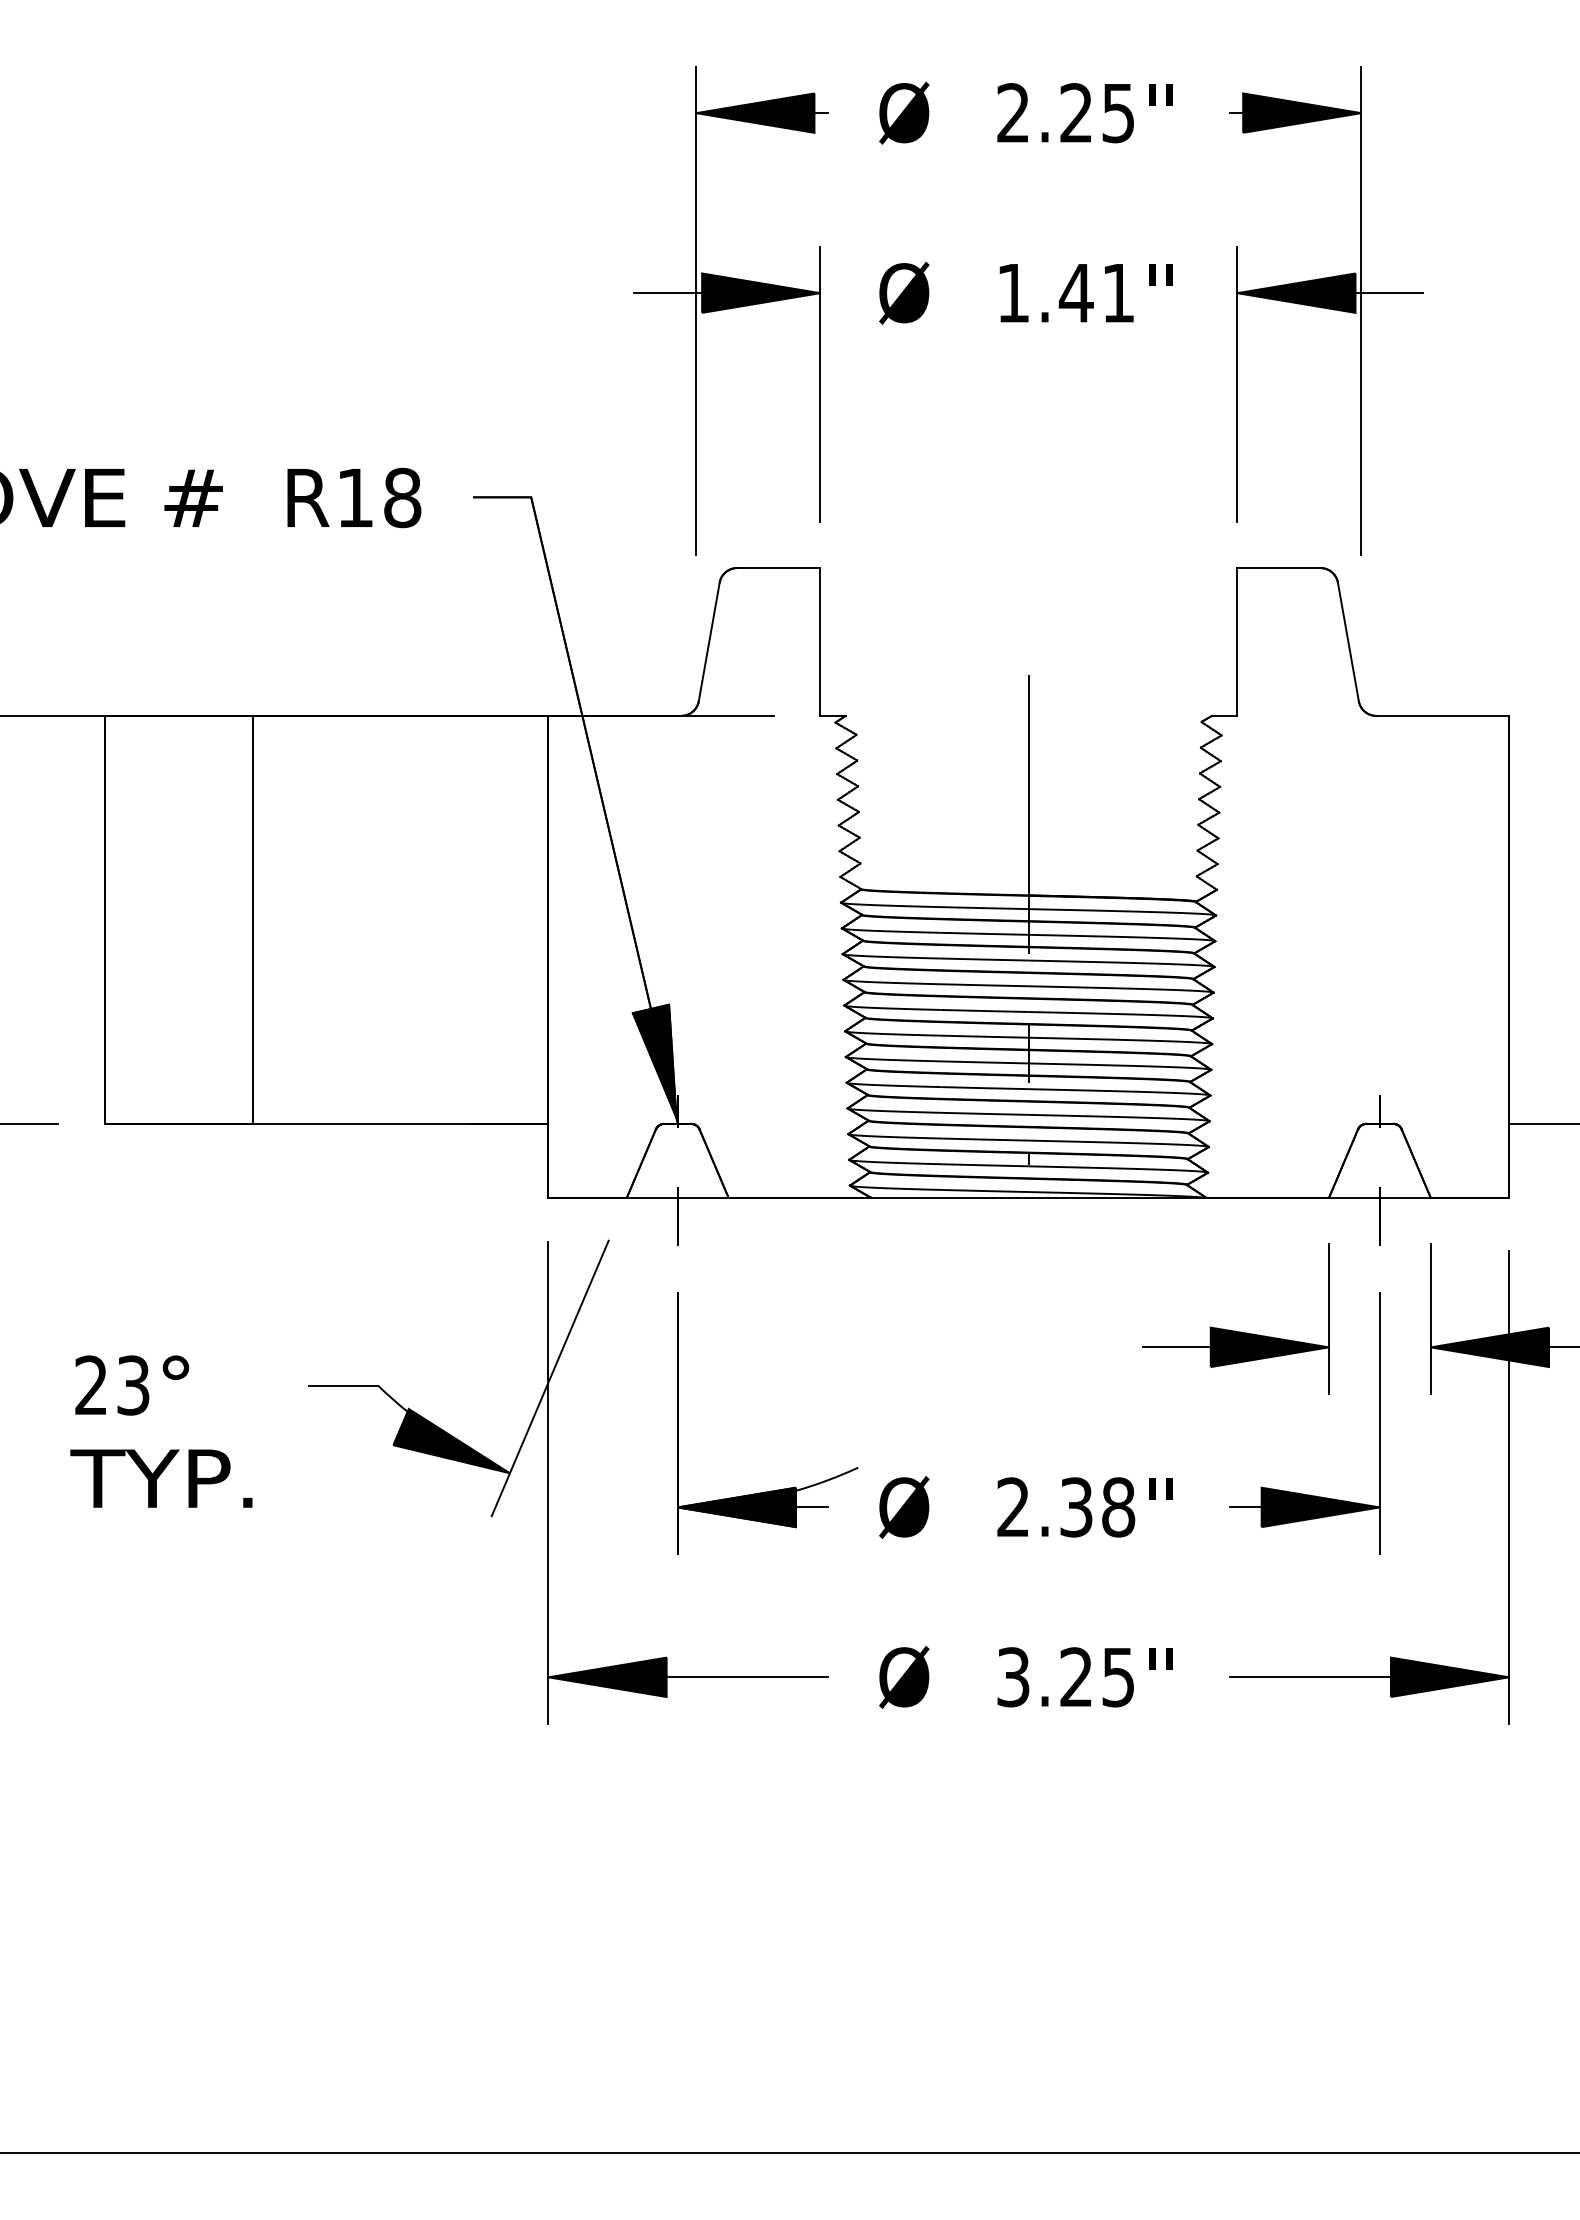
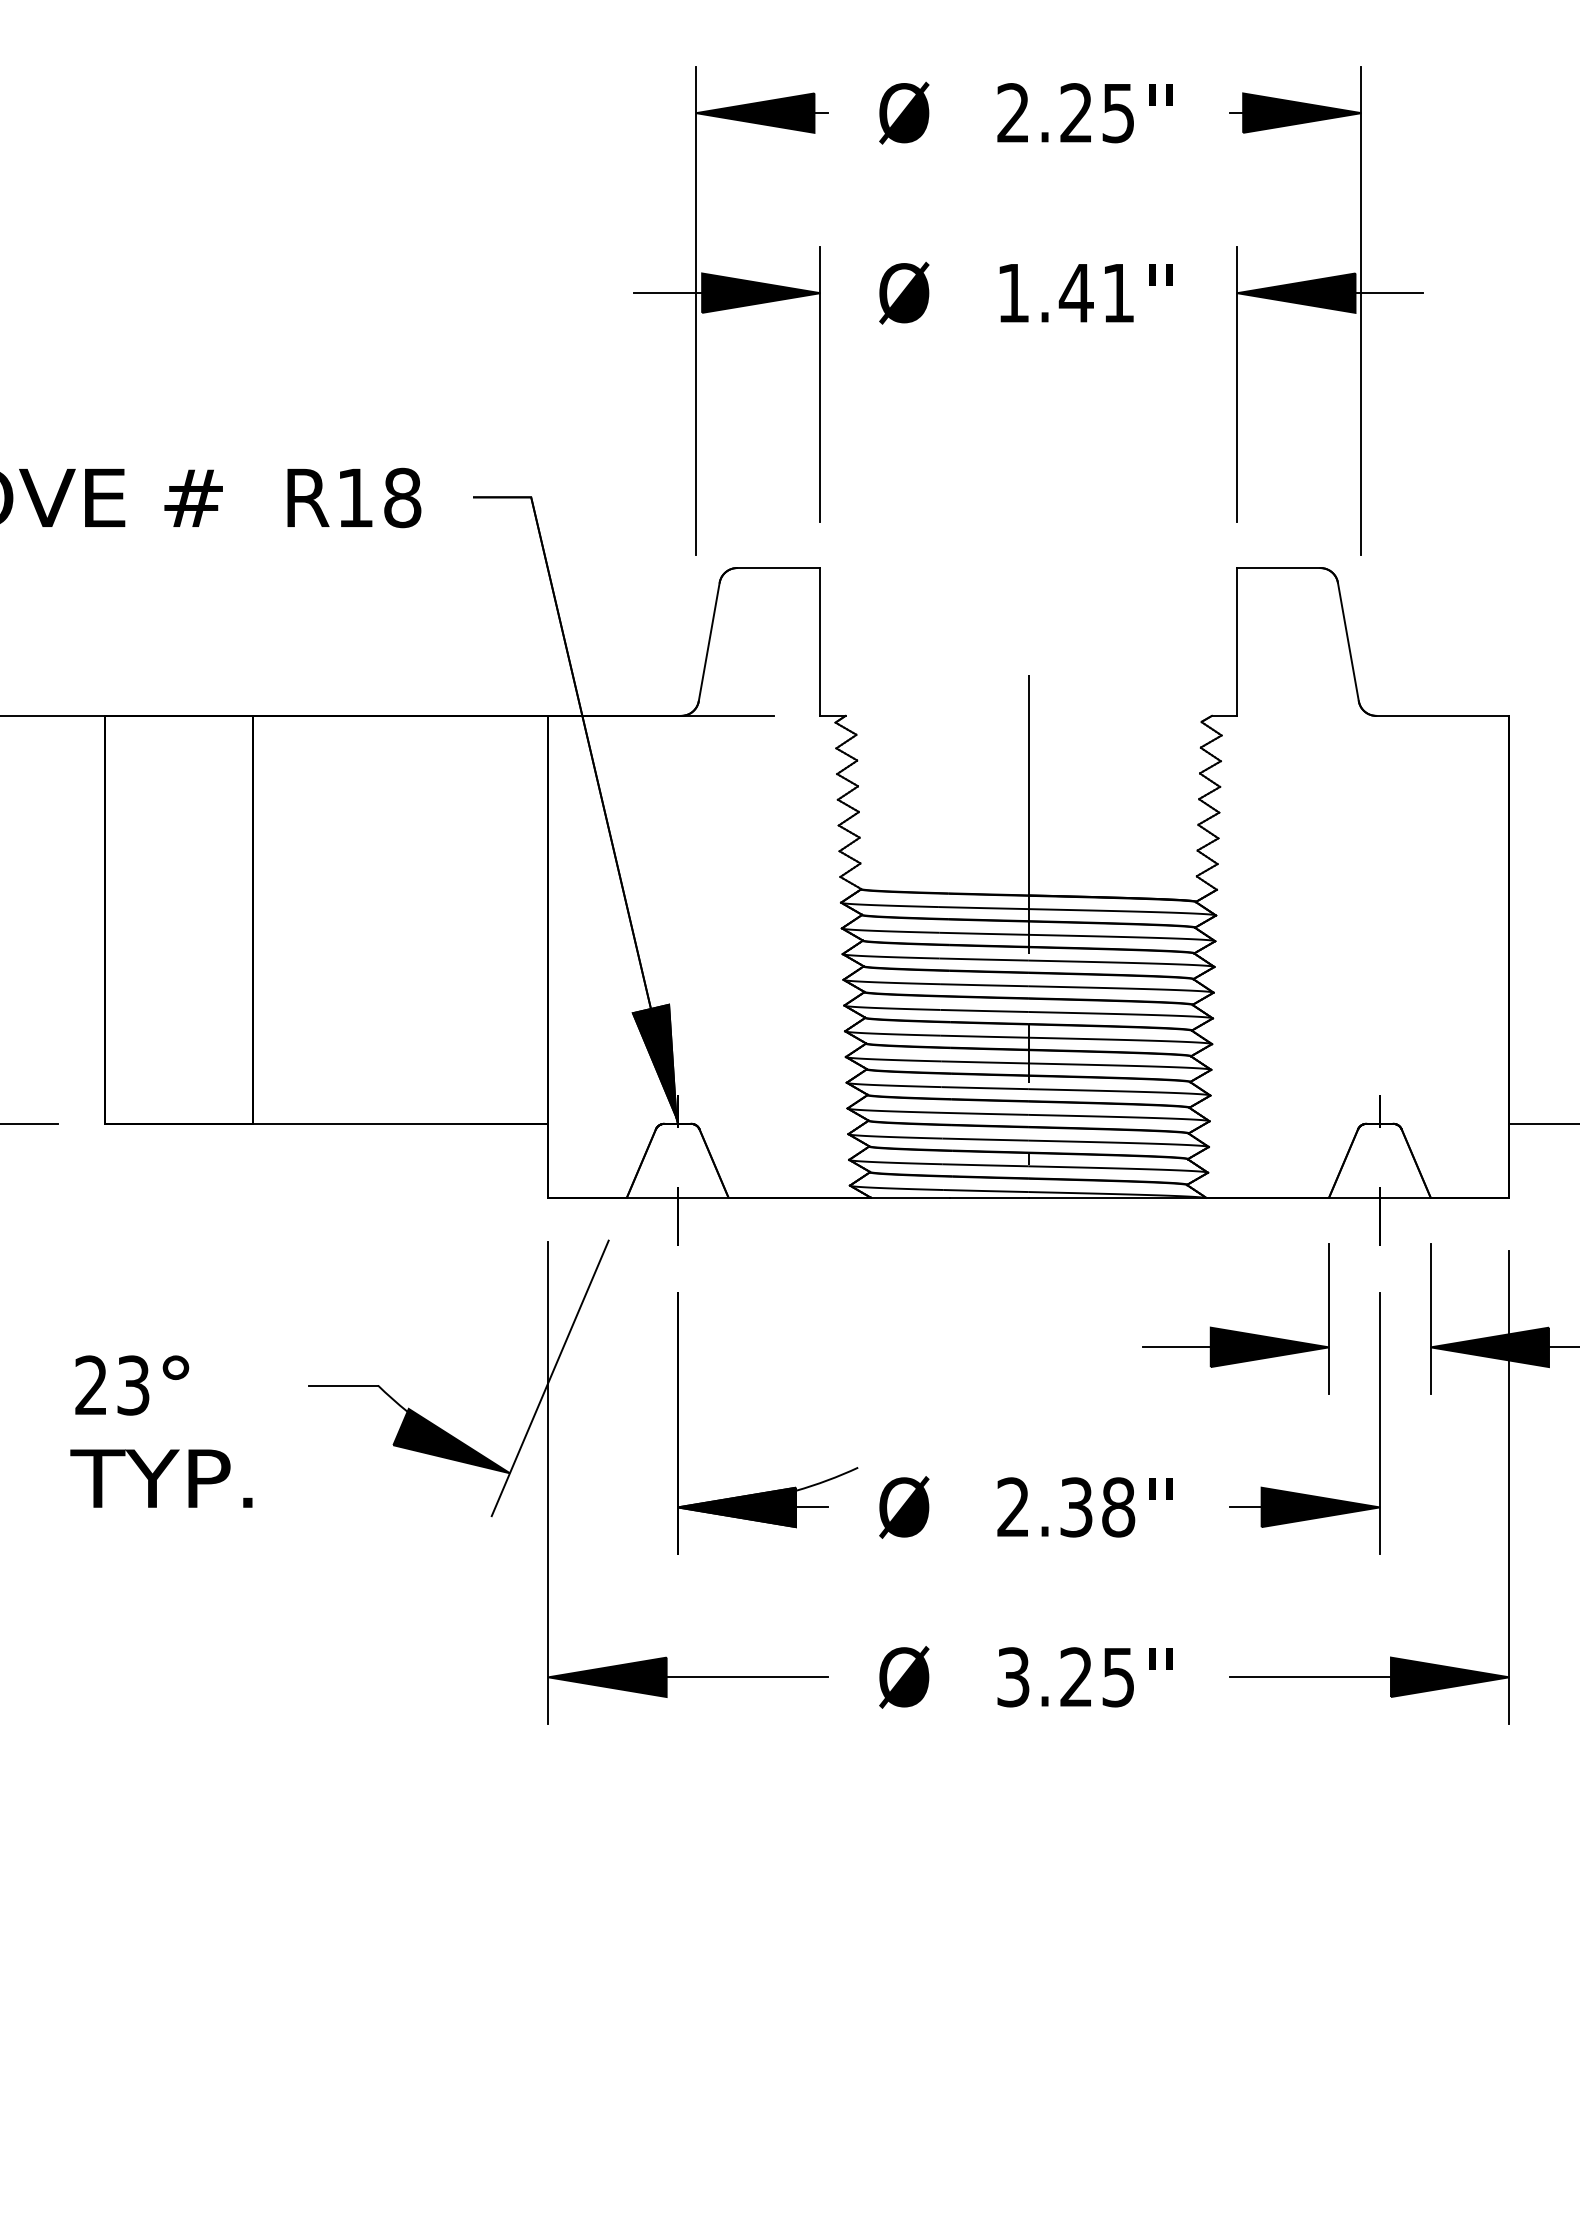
line at (789, 2153): present -> none
